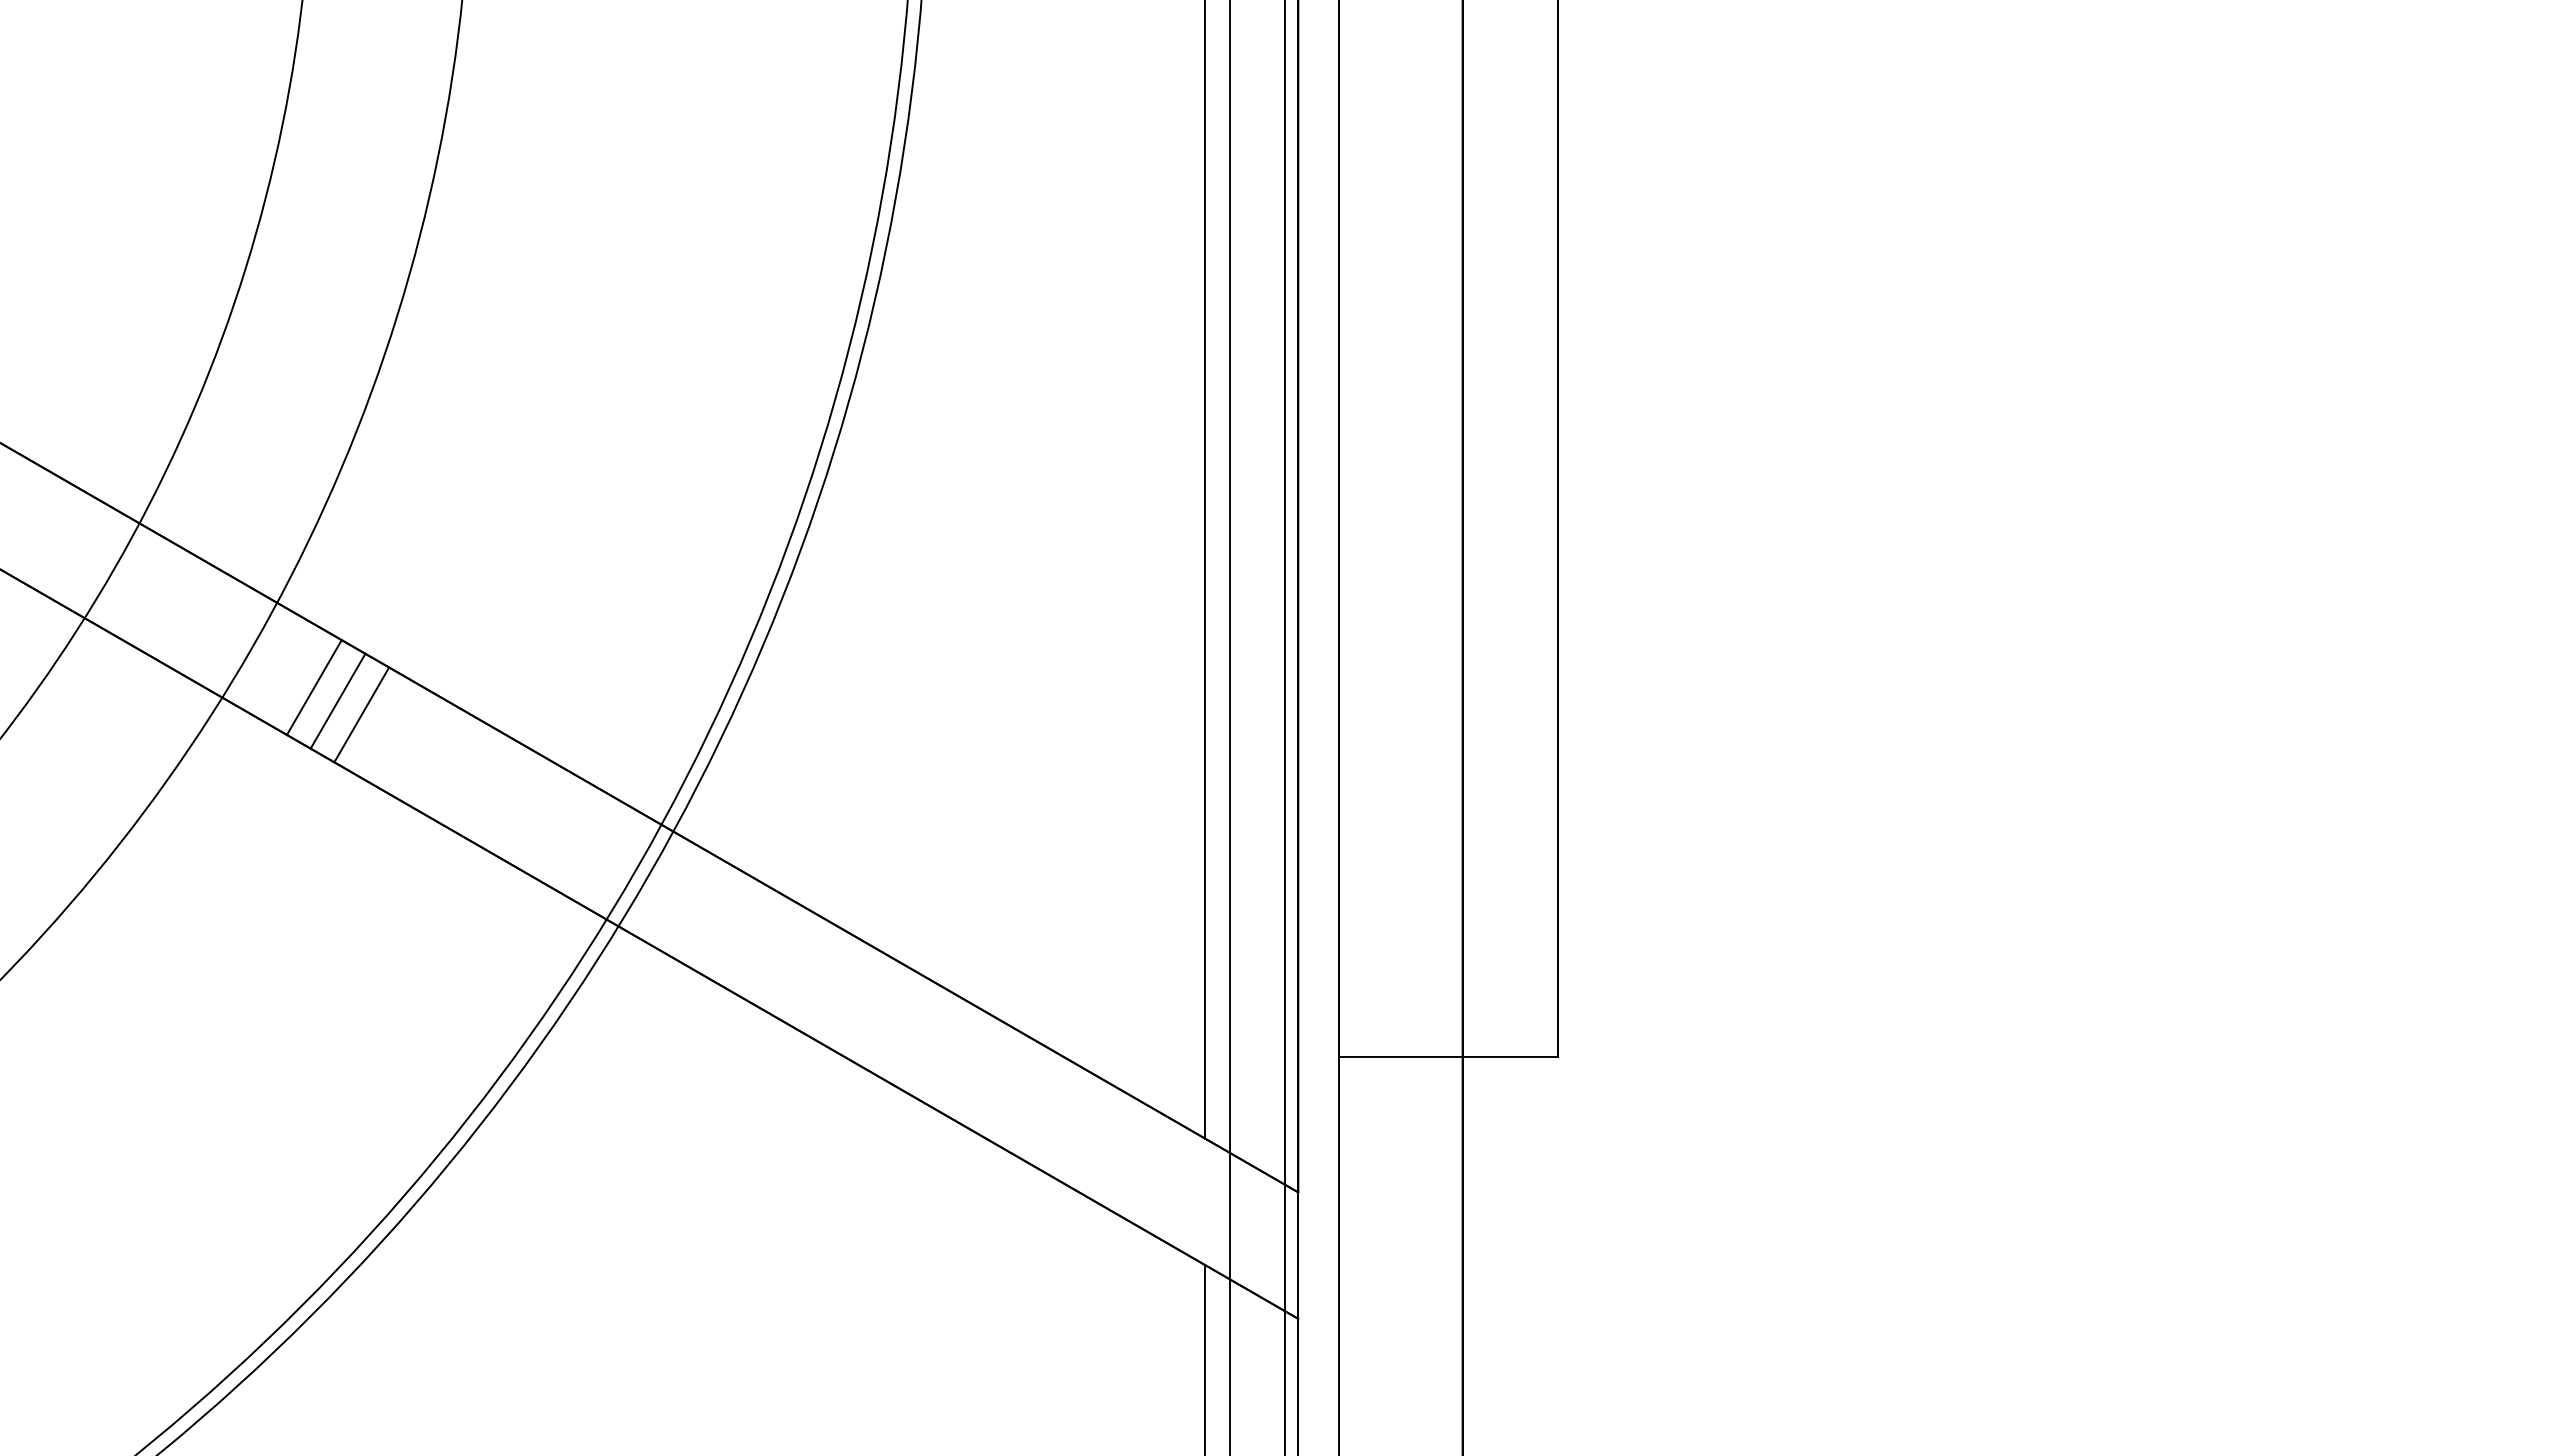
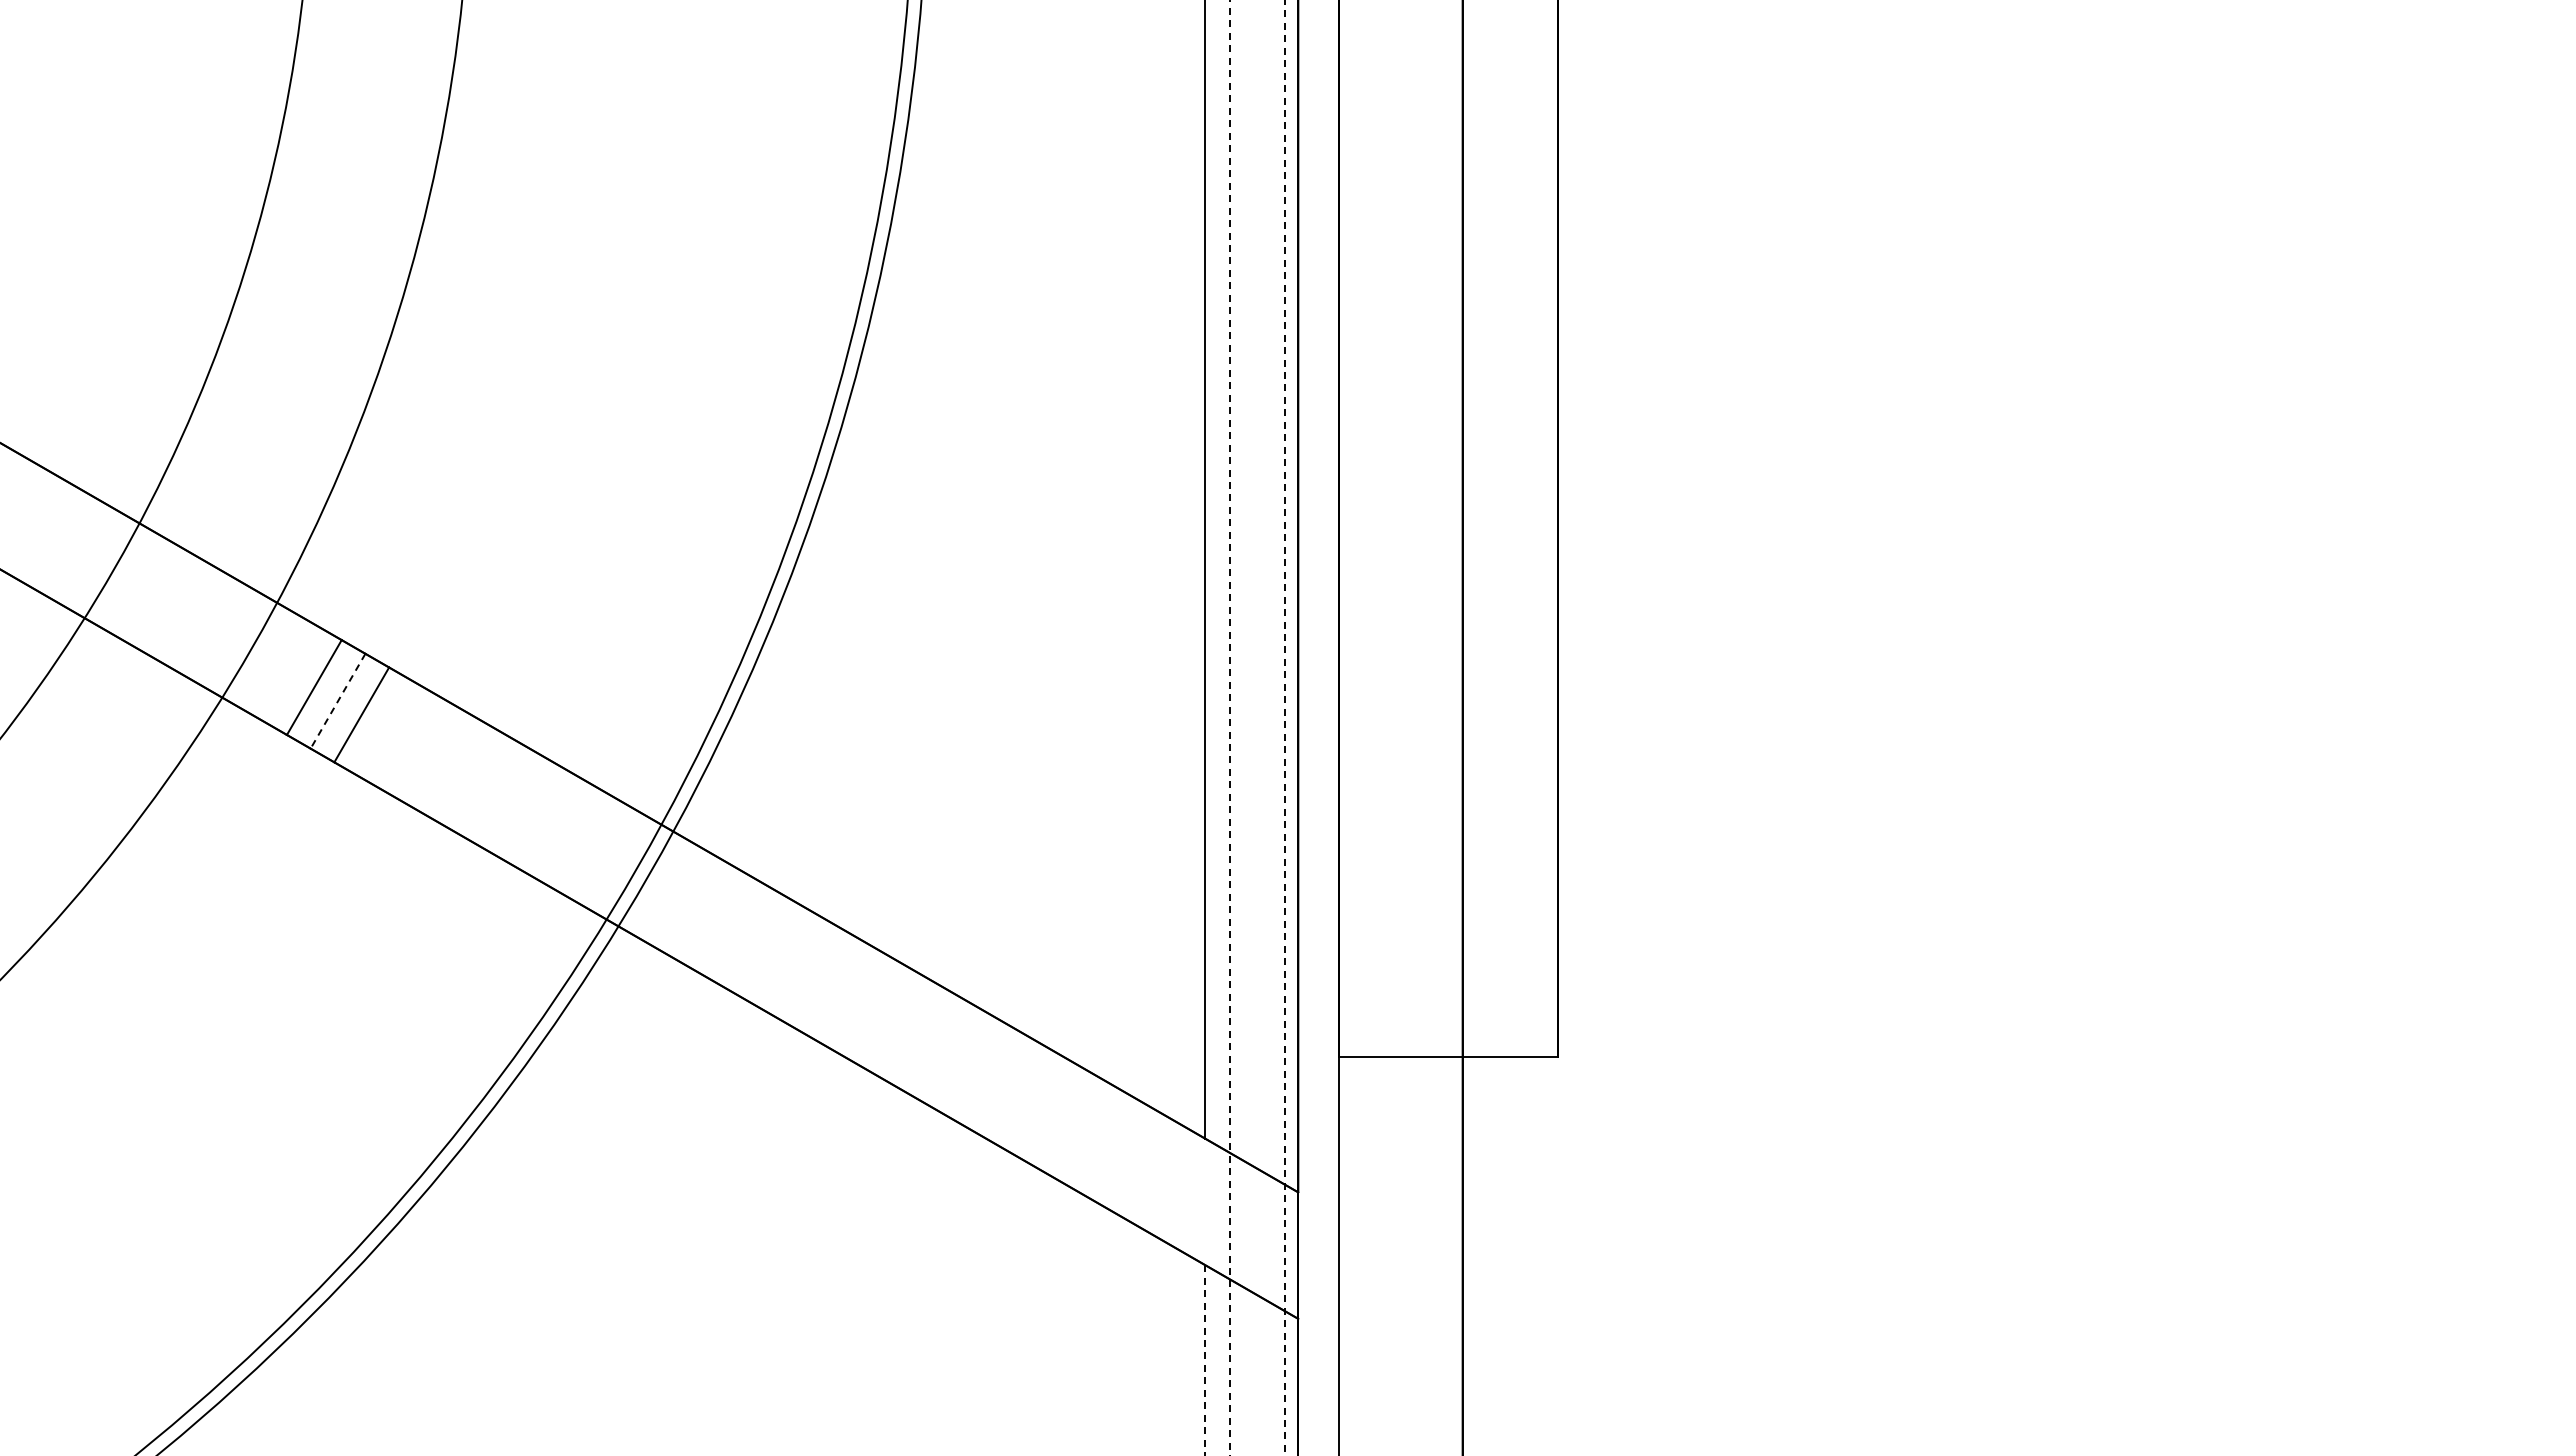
line at (338, 701): solid -> dashed
line at (1229, 727): solid -> dashed
line at (1284, 727): solid -> dashed
line at (1205, 1361): solid -> dashed
